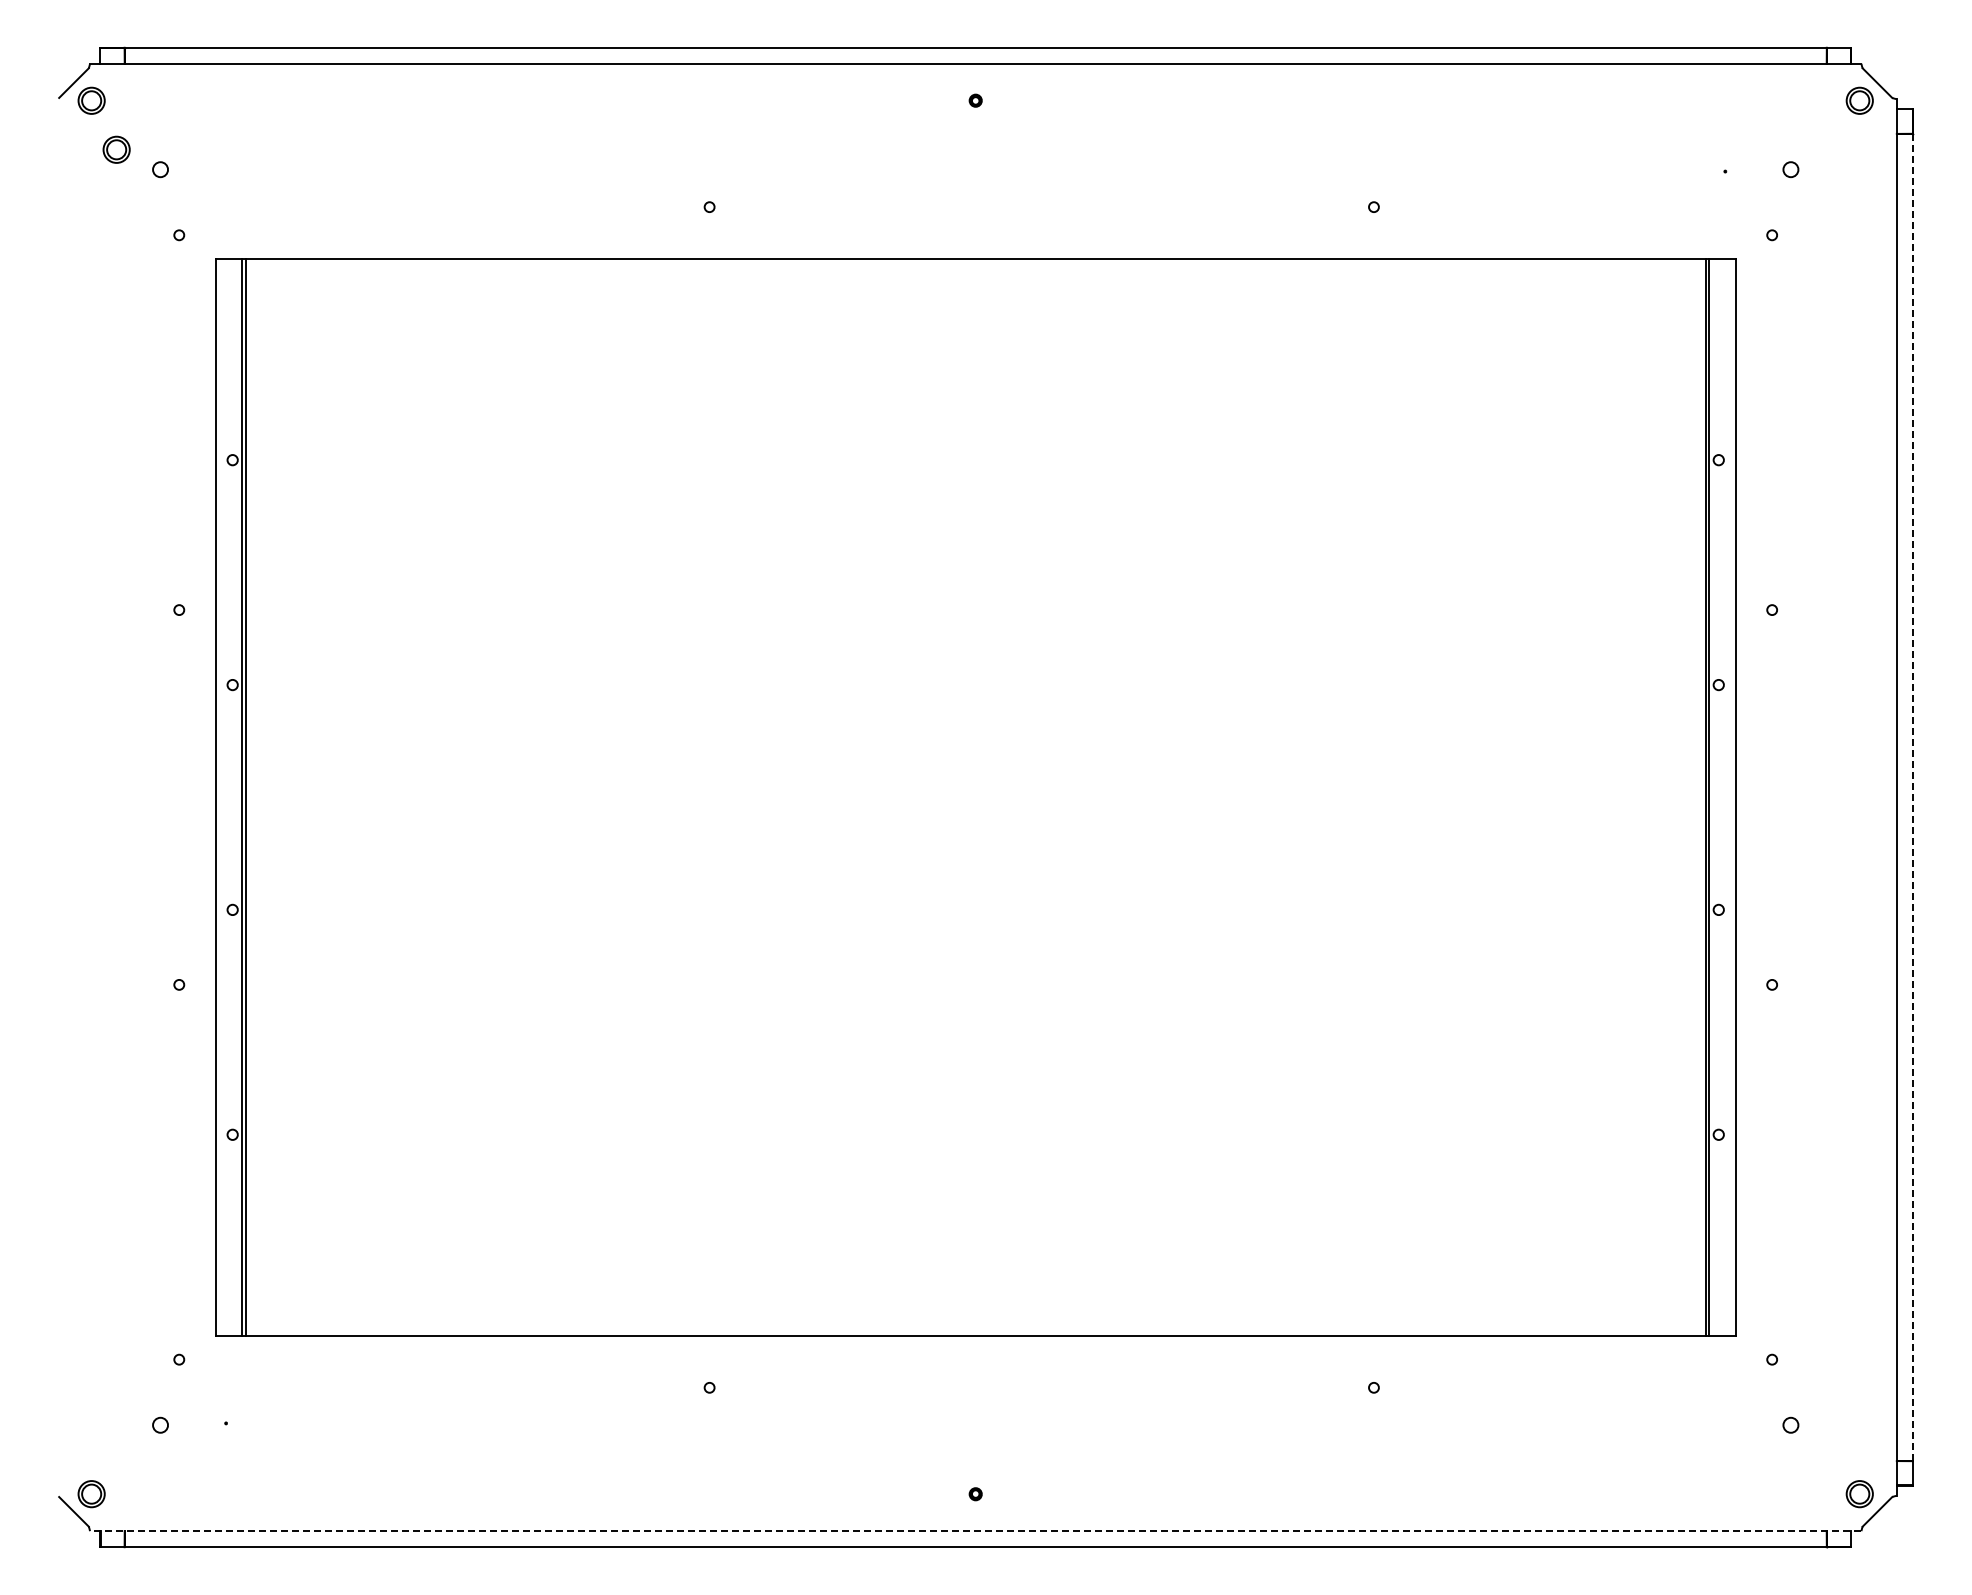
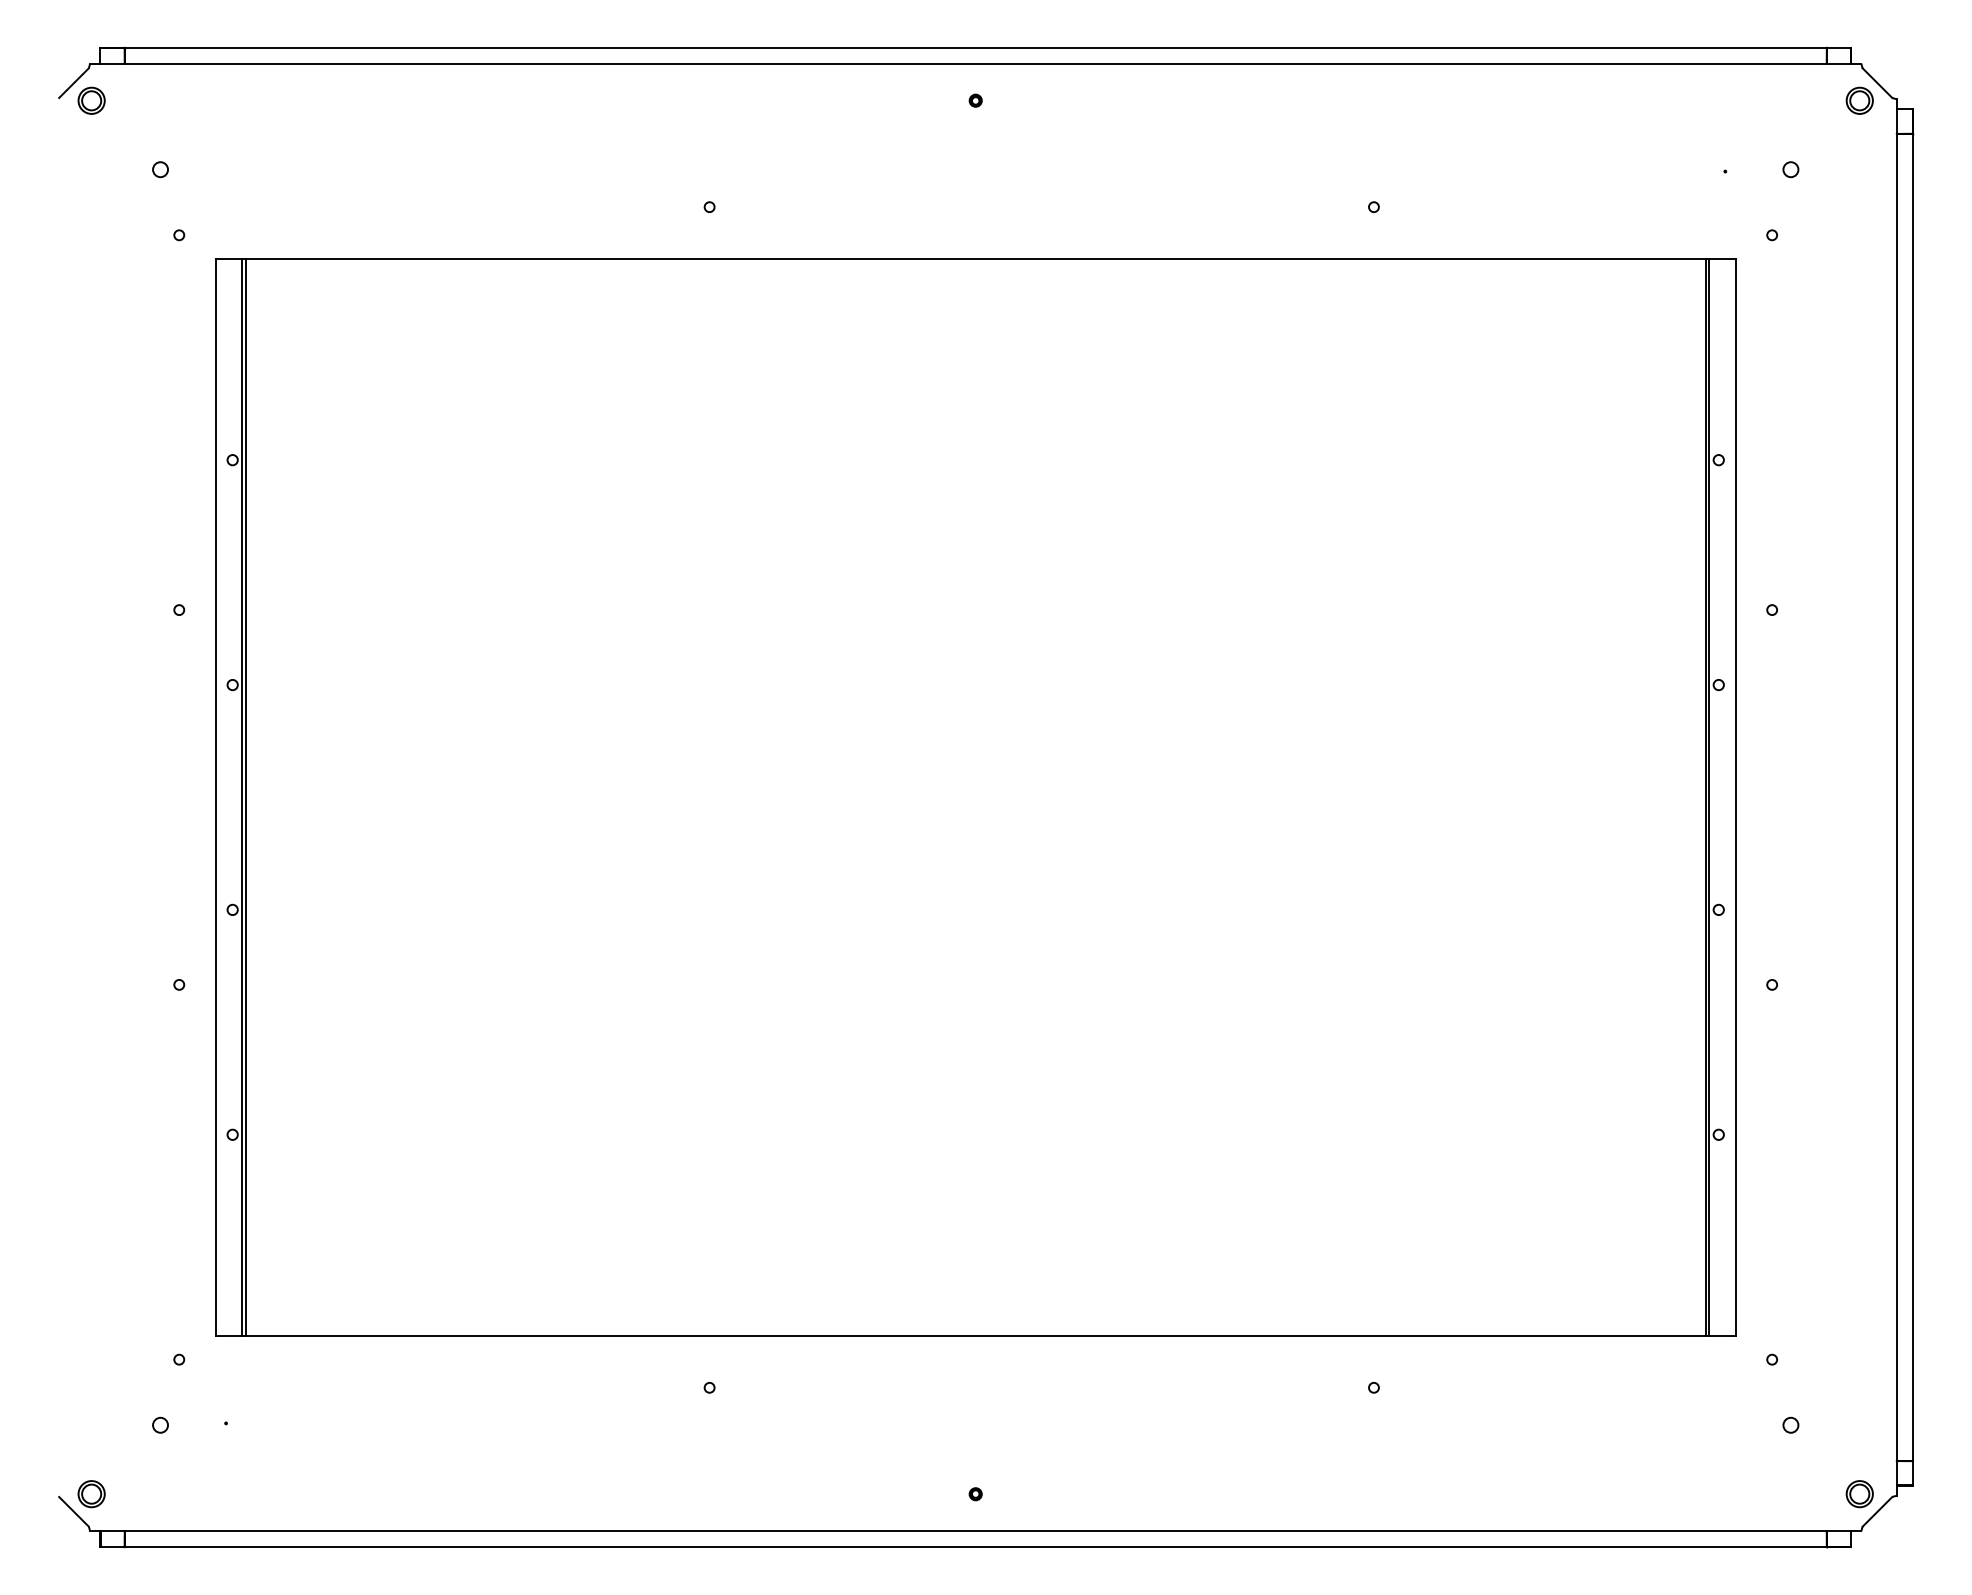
part at (116, 149): present -> none
line at (1912, 796): dashed -> solid
line at (975, 1531): dashed -> solid
